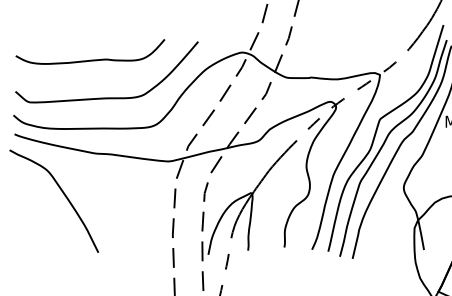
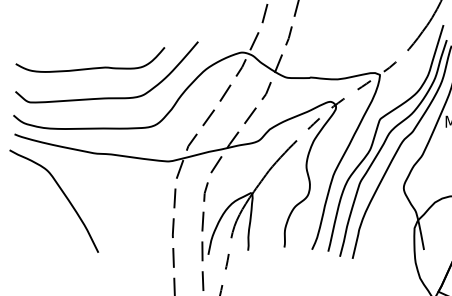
curve at (90, 59) position: (90, 59) -> (90, 67)
